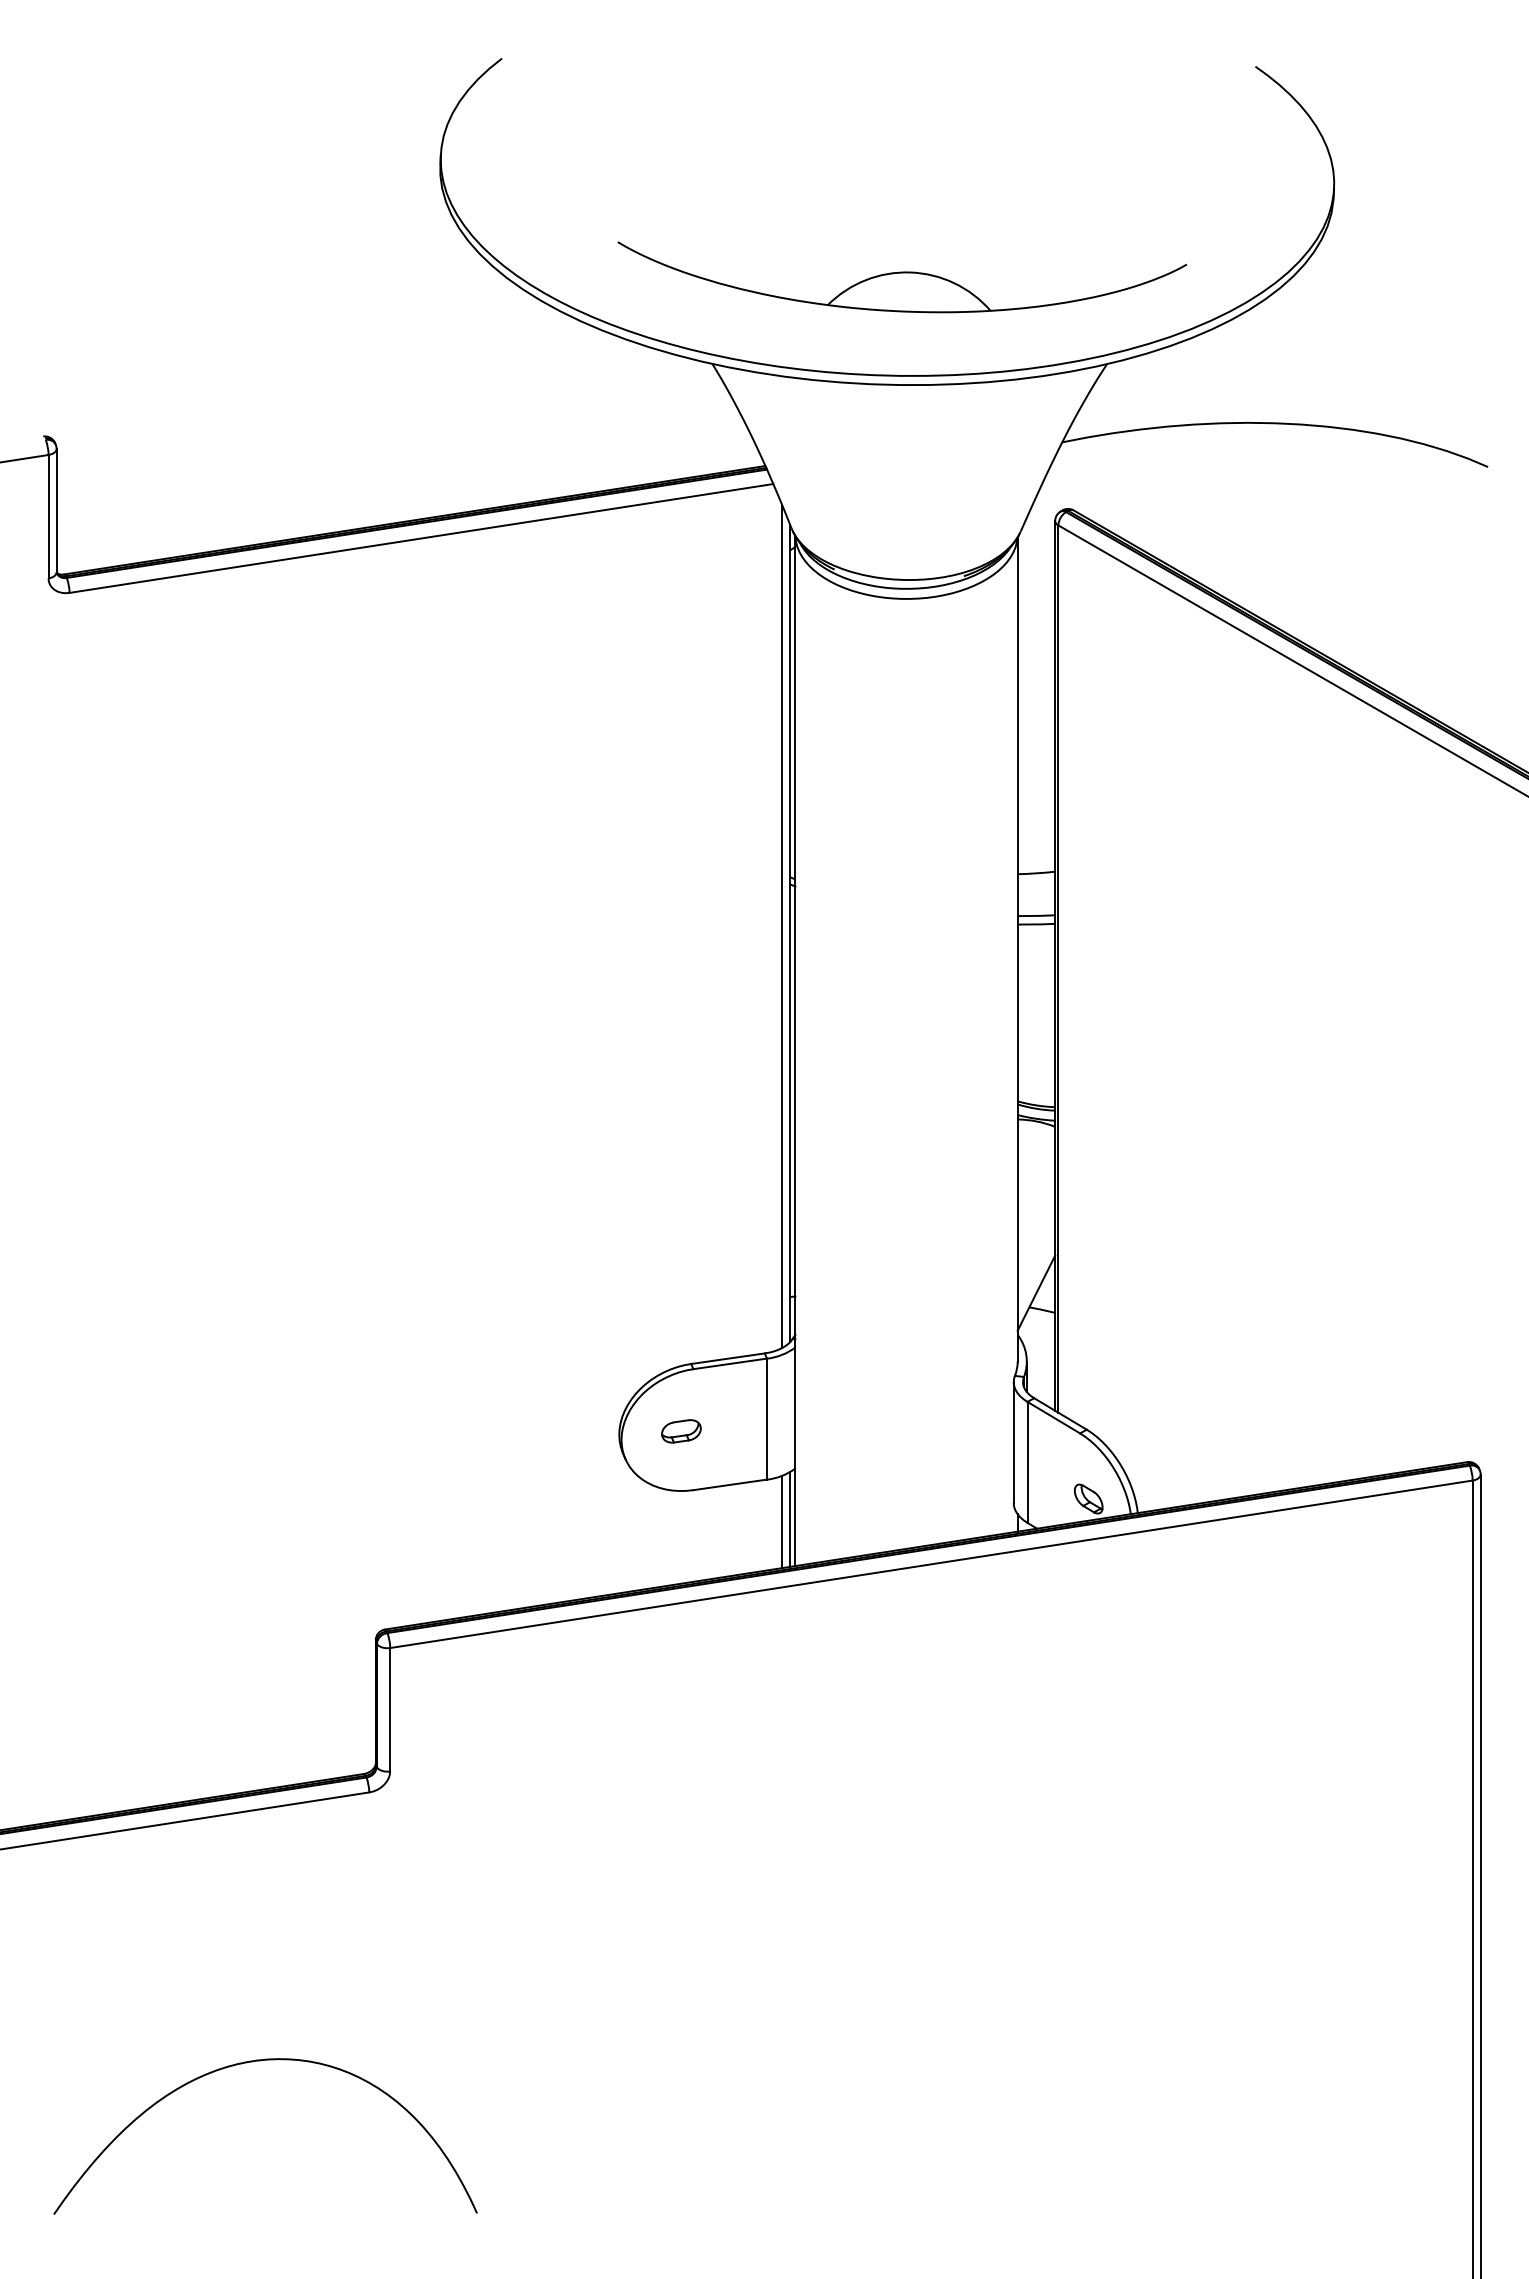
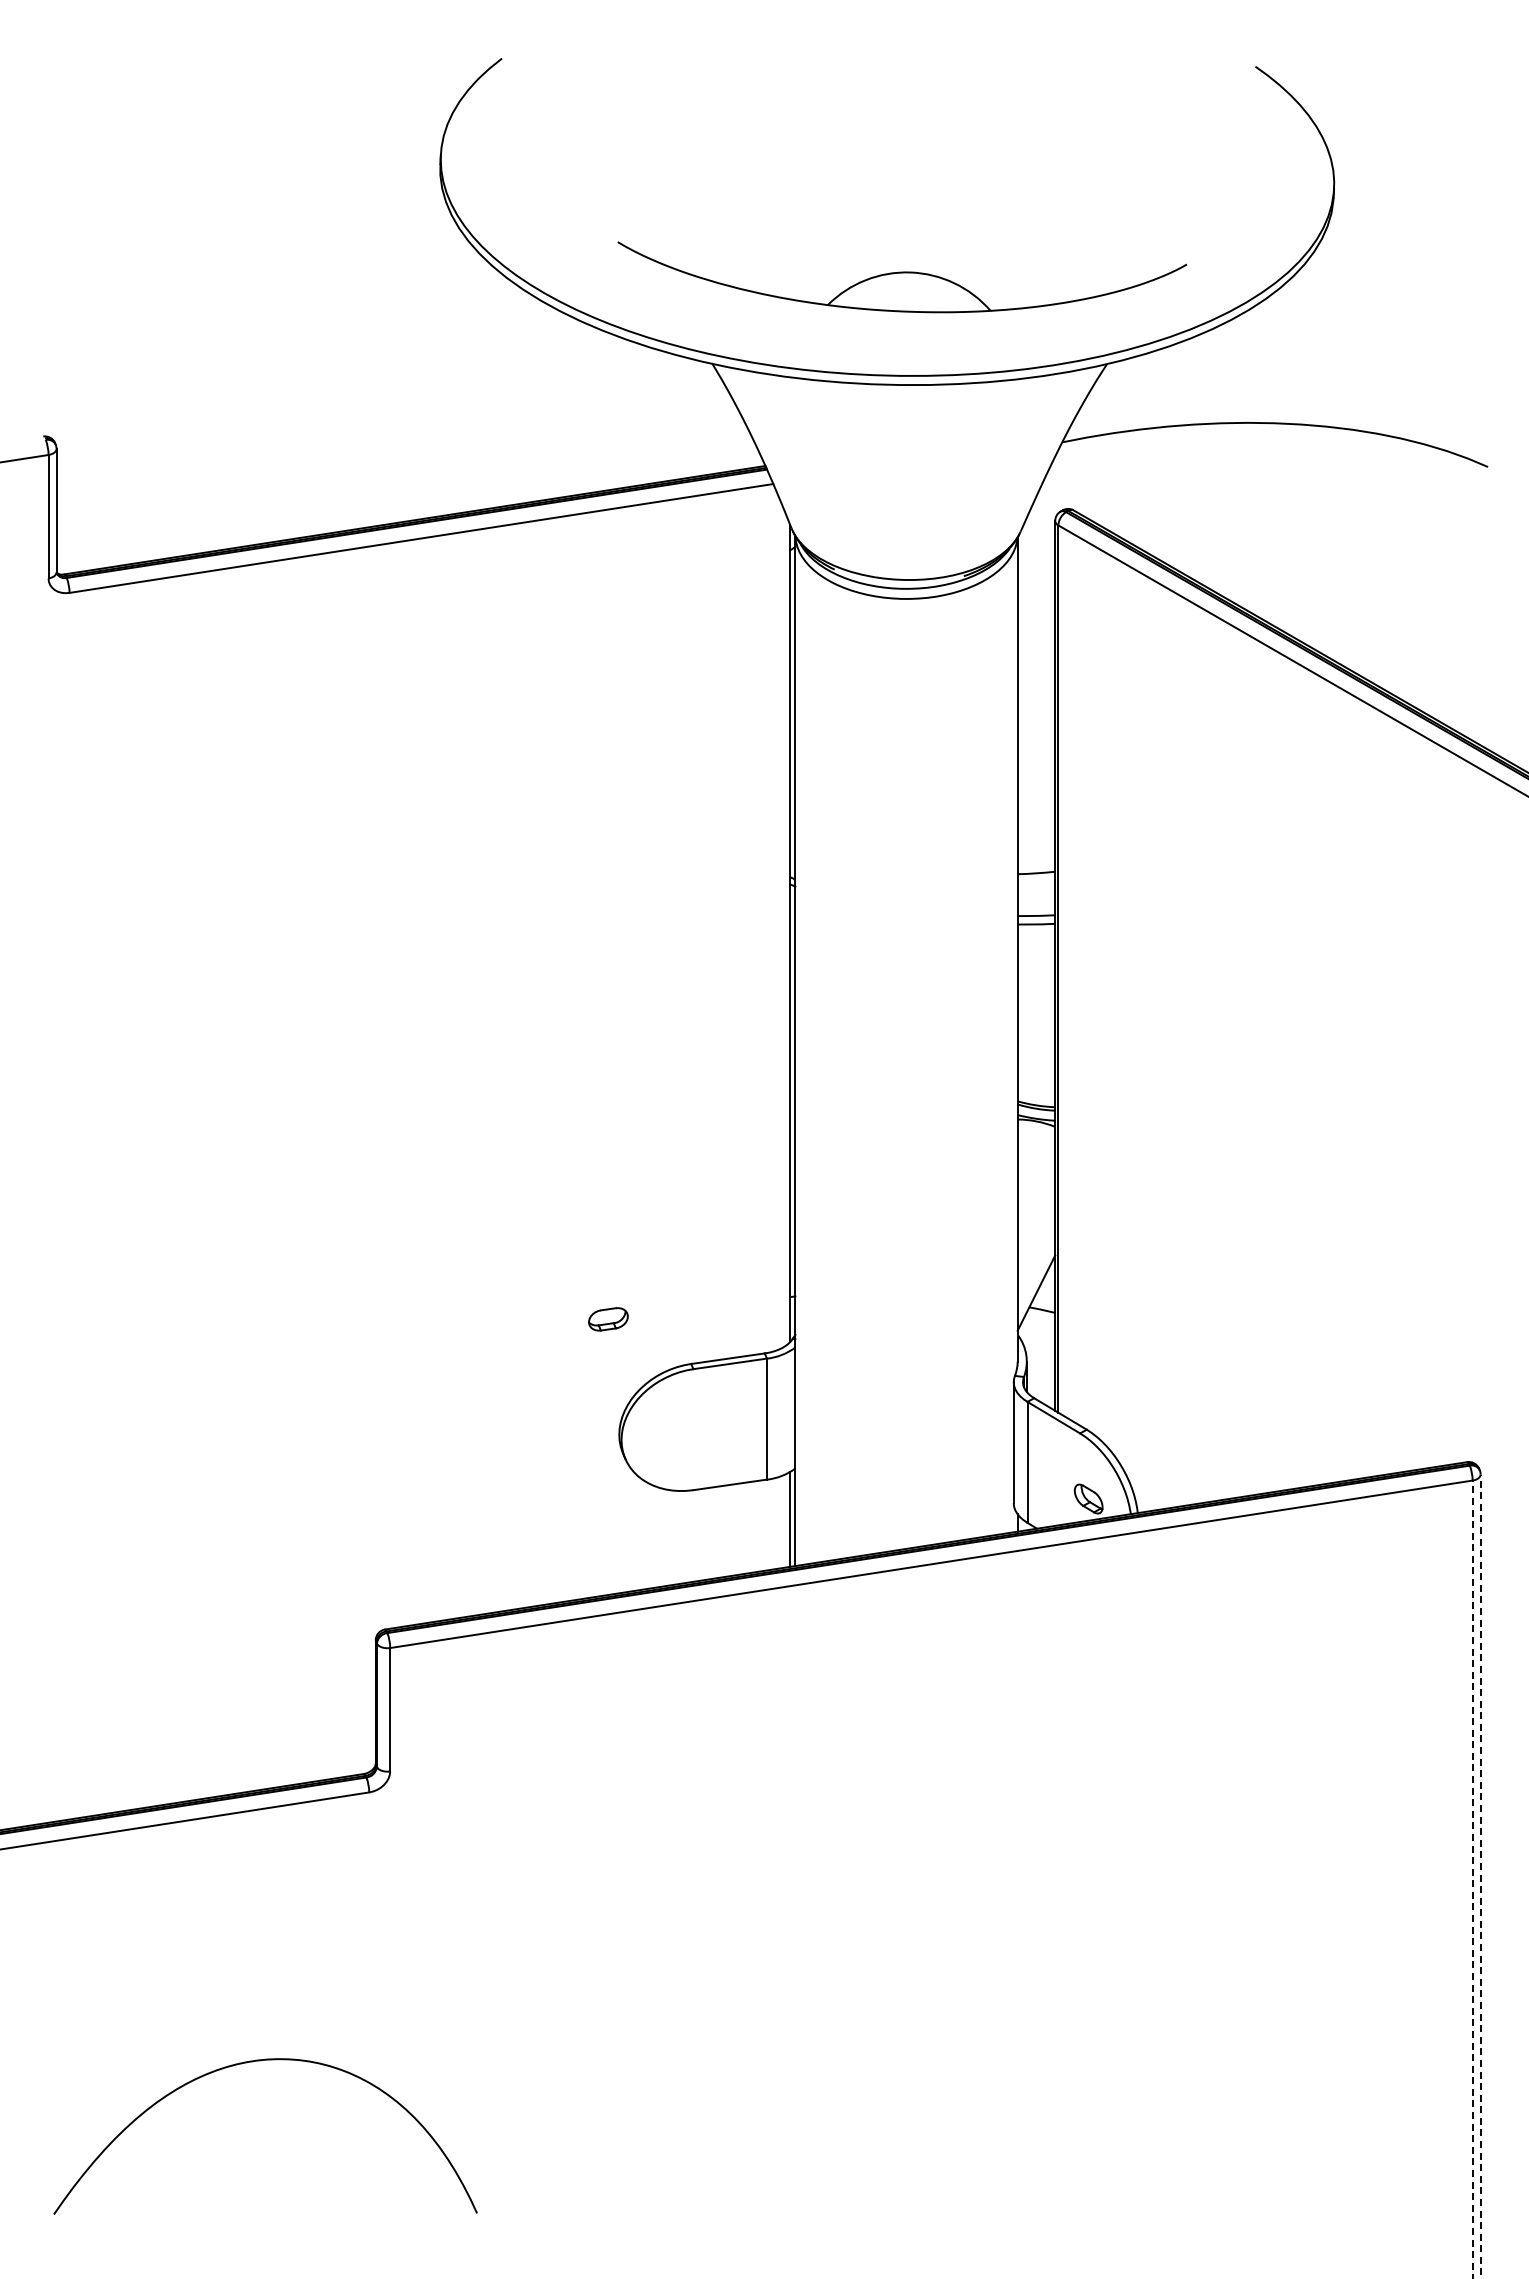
line at (782, 926): present -> none
part at (681, 1431) position: (681, 1431) -> (608, 1319)
line at (782, 1521): present -> none
line at (1480, 1876): solid -> dashed
line at (1472, 1879): solid -> dashed
